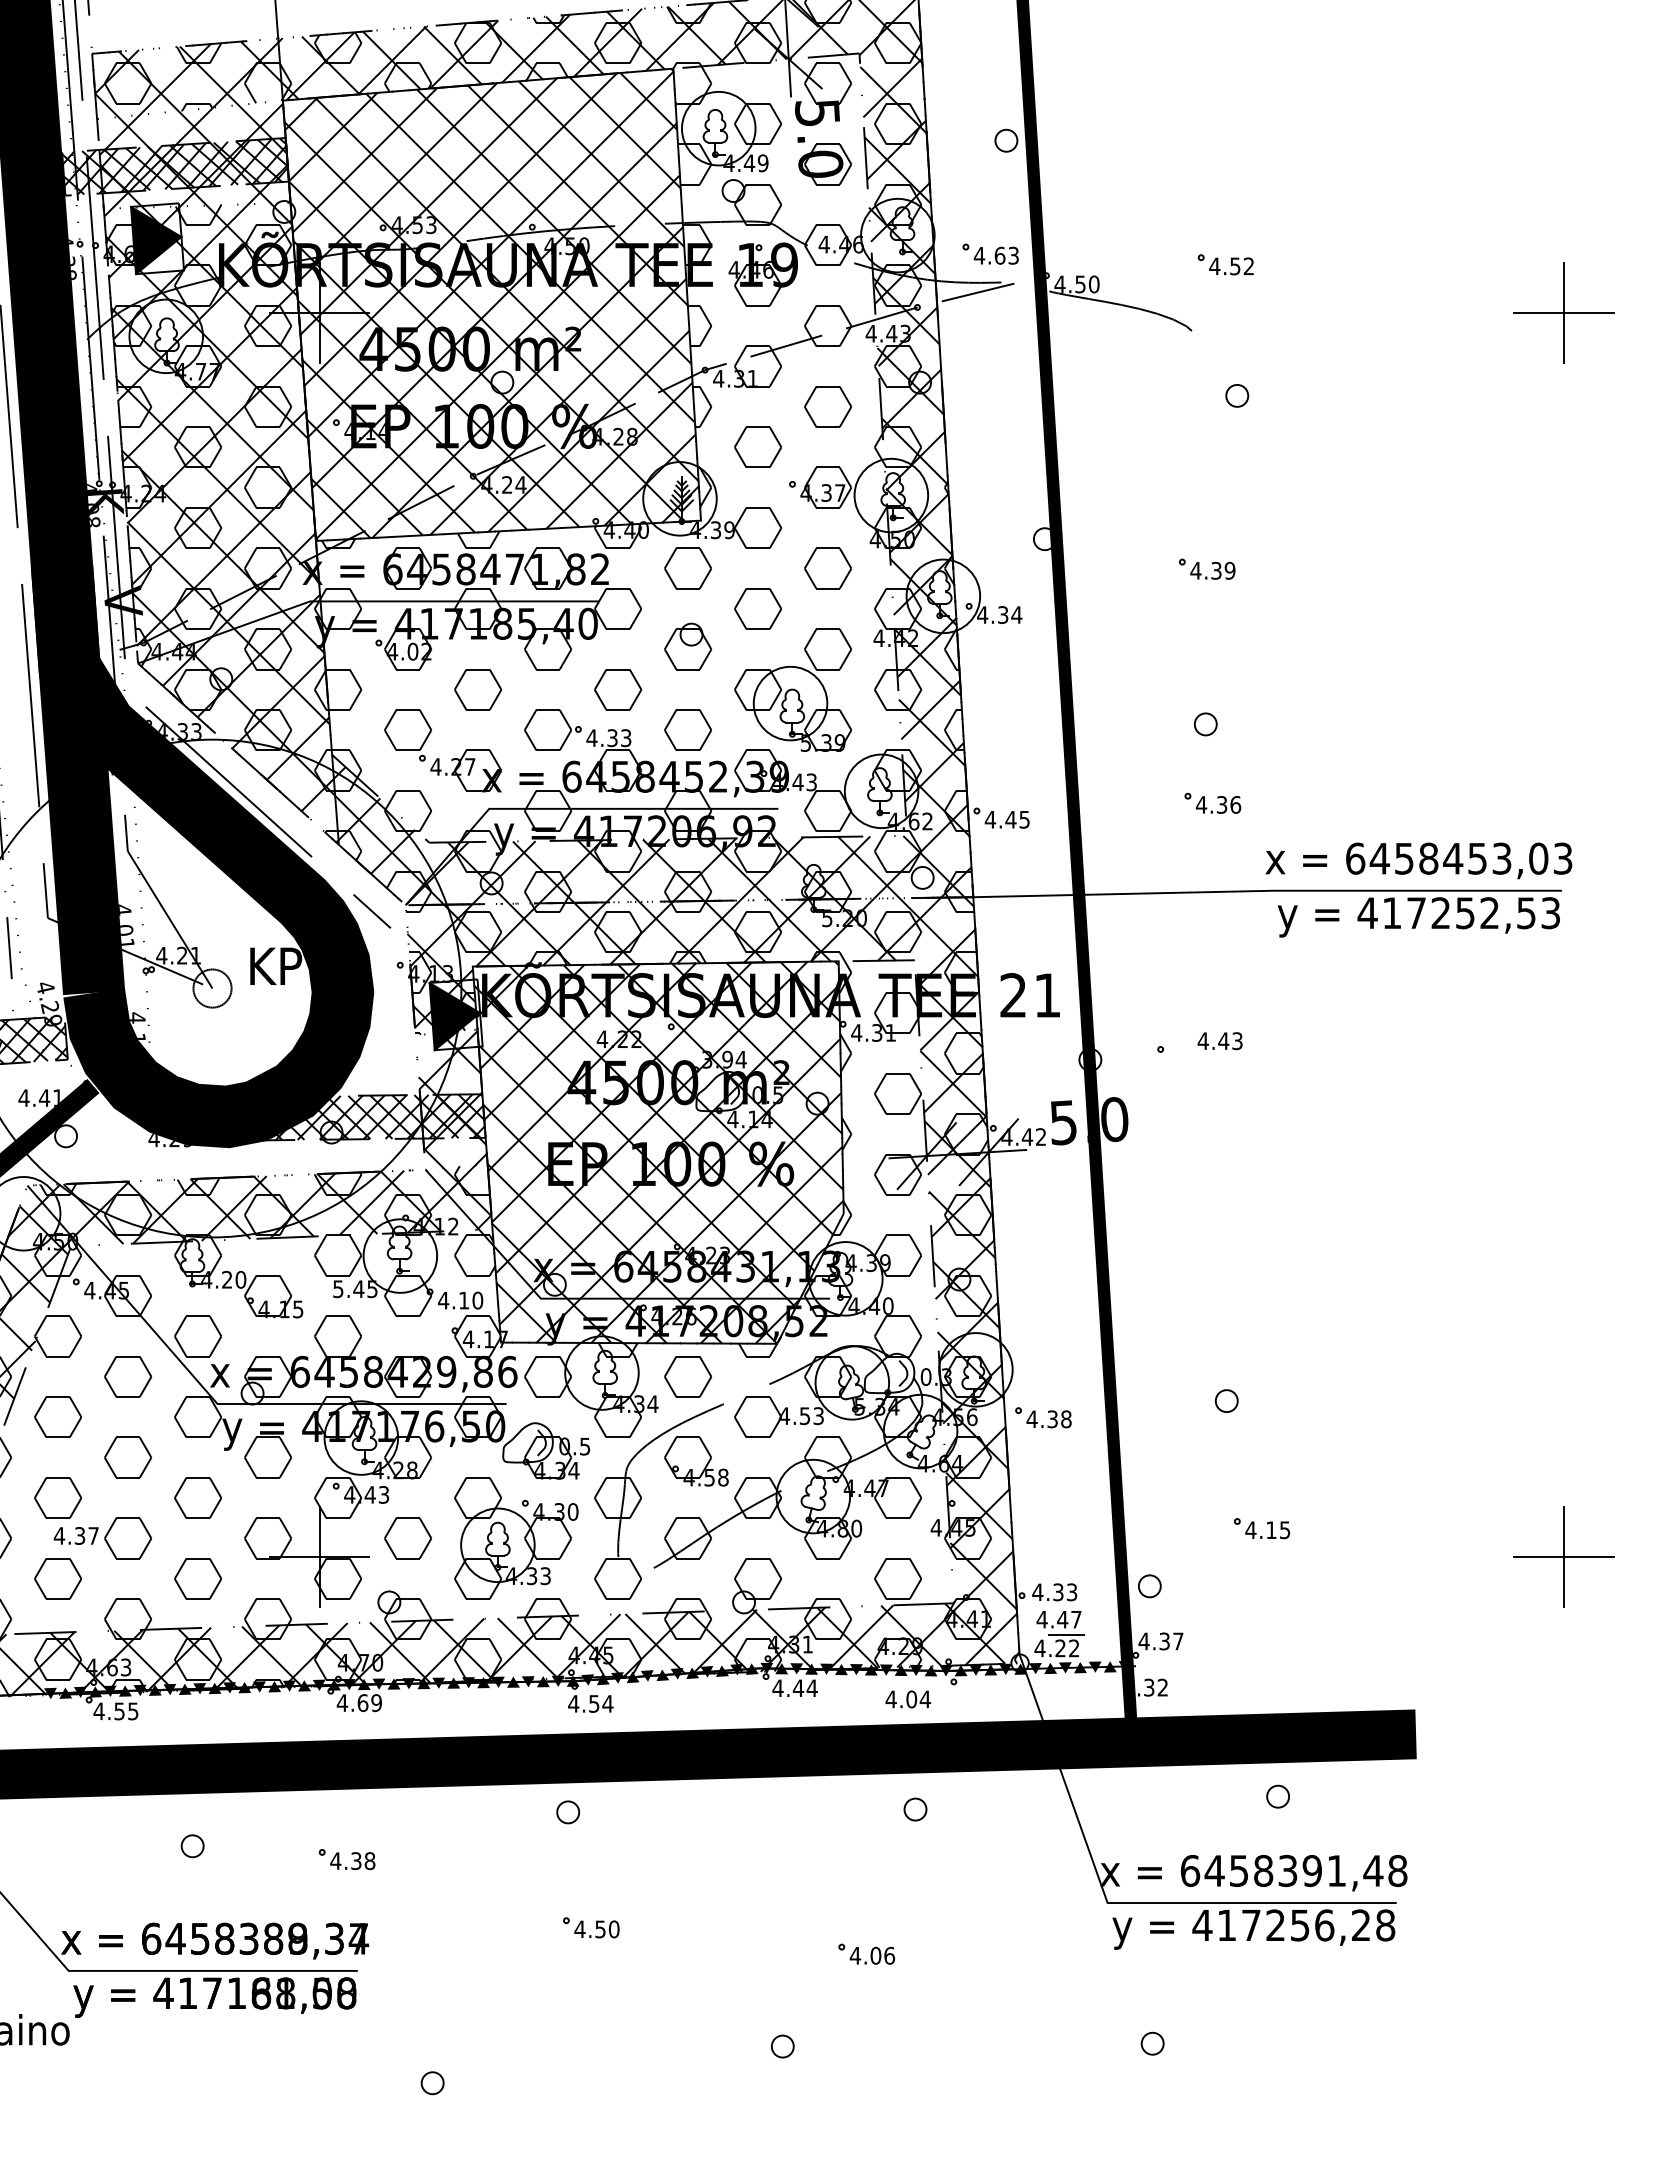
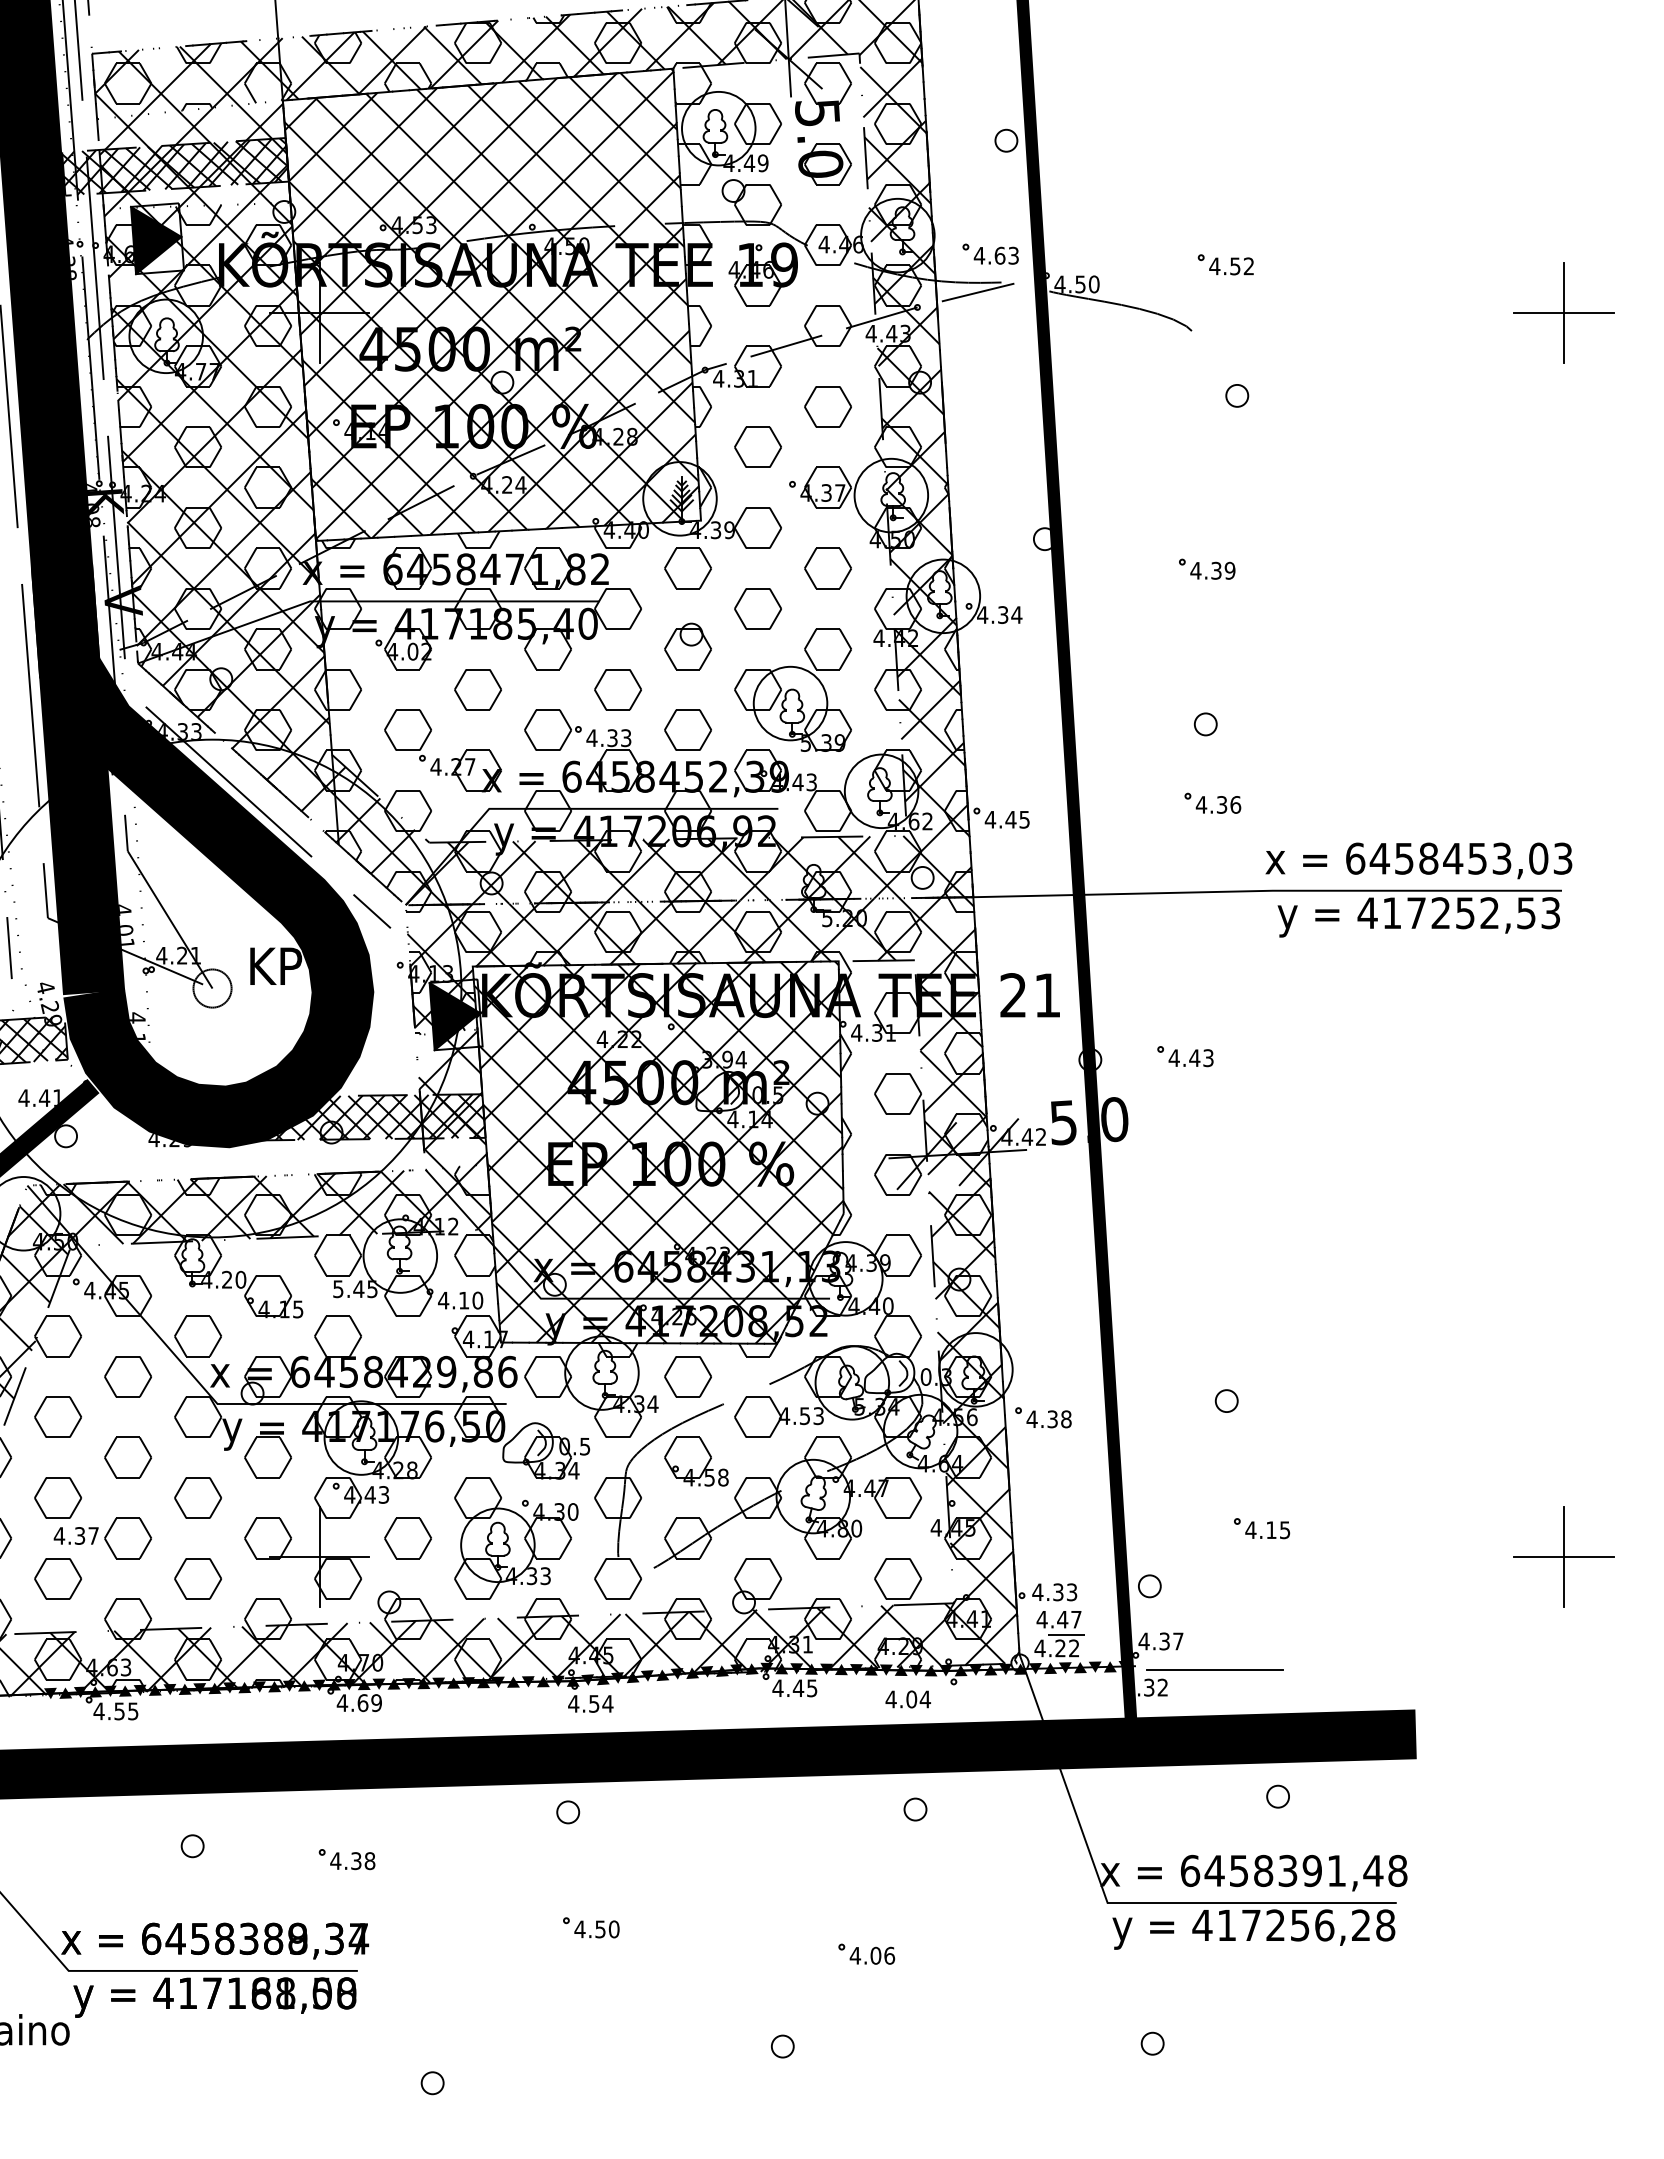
text at (1219, 1041) position: (1219, 1041) -> (1190, 1058)
line at (1214, 1670): none -> present
text at (811, 1688): 4.44 -> 4.45
